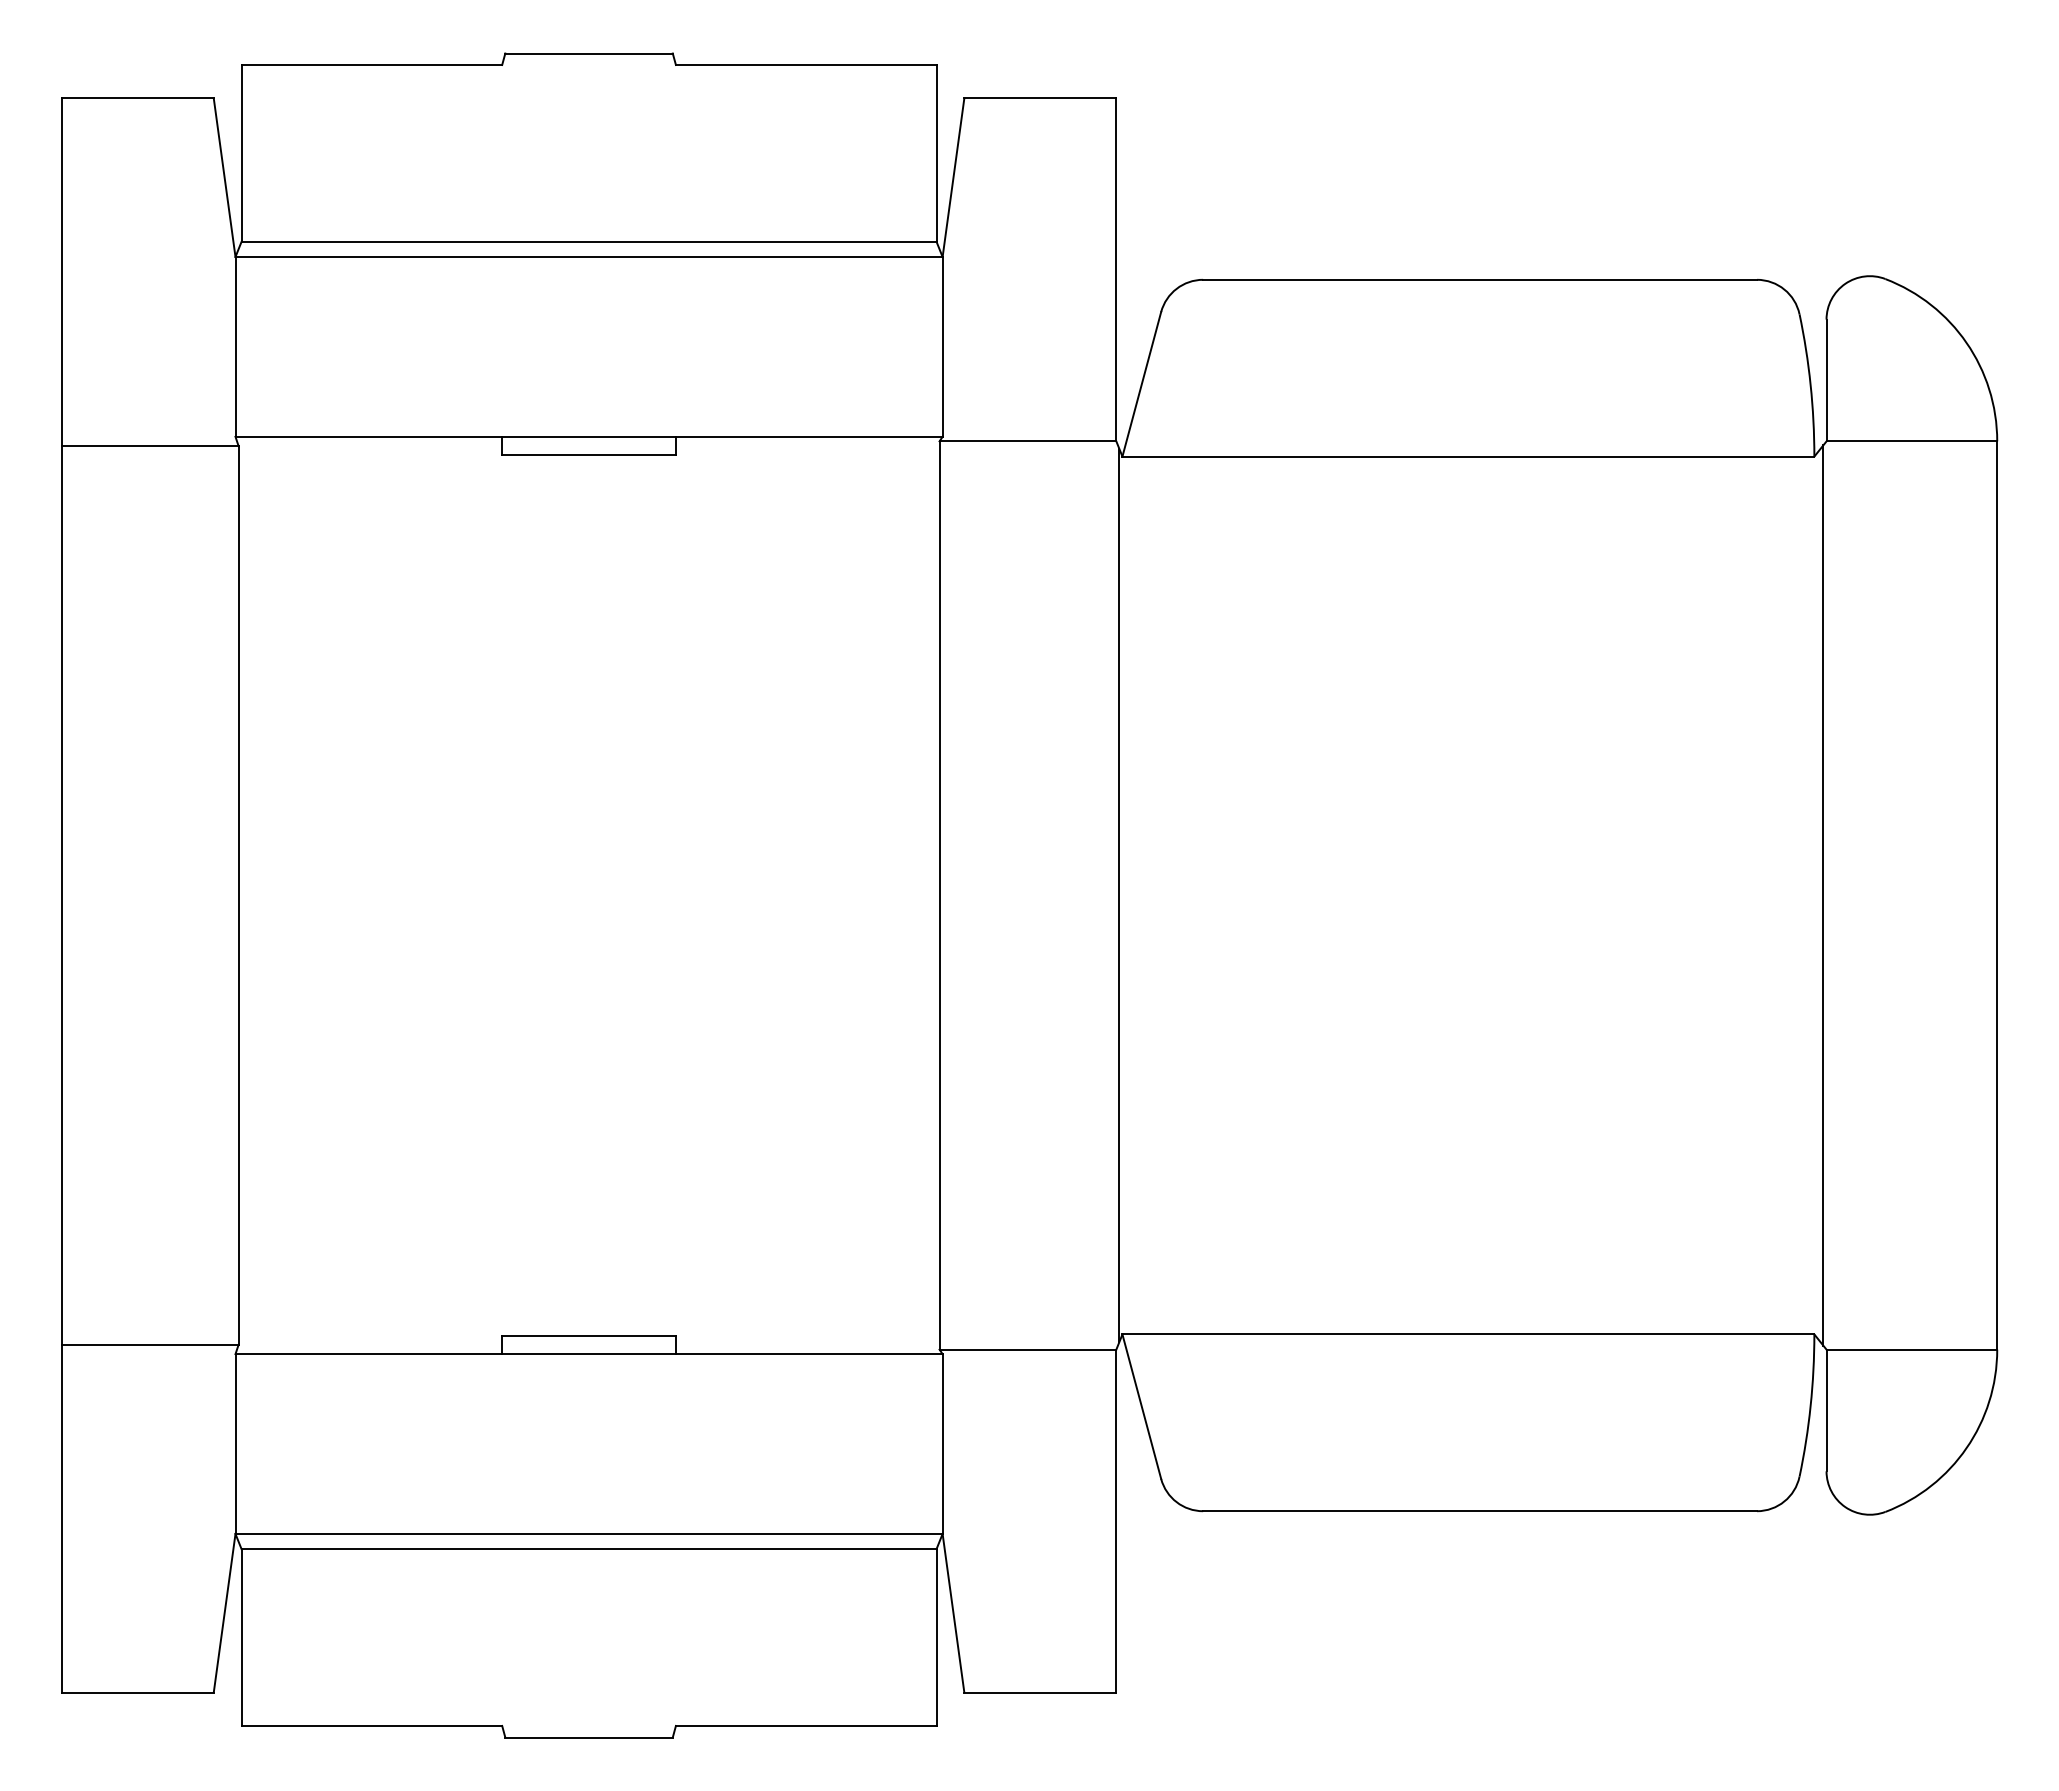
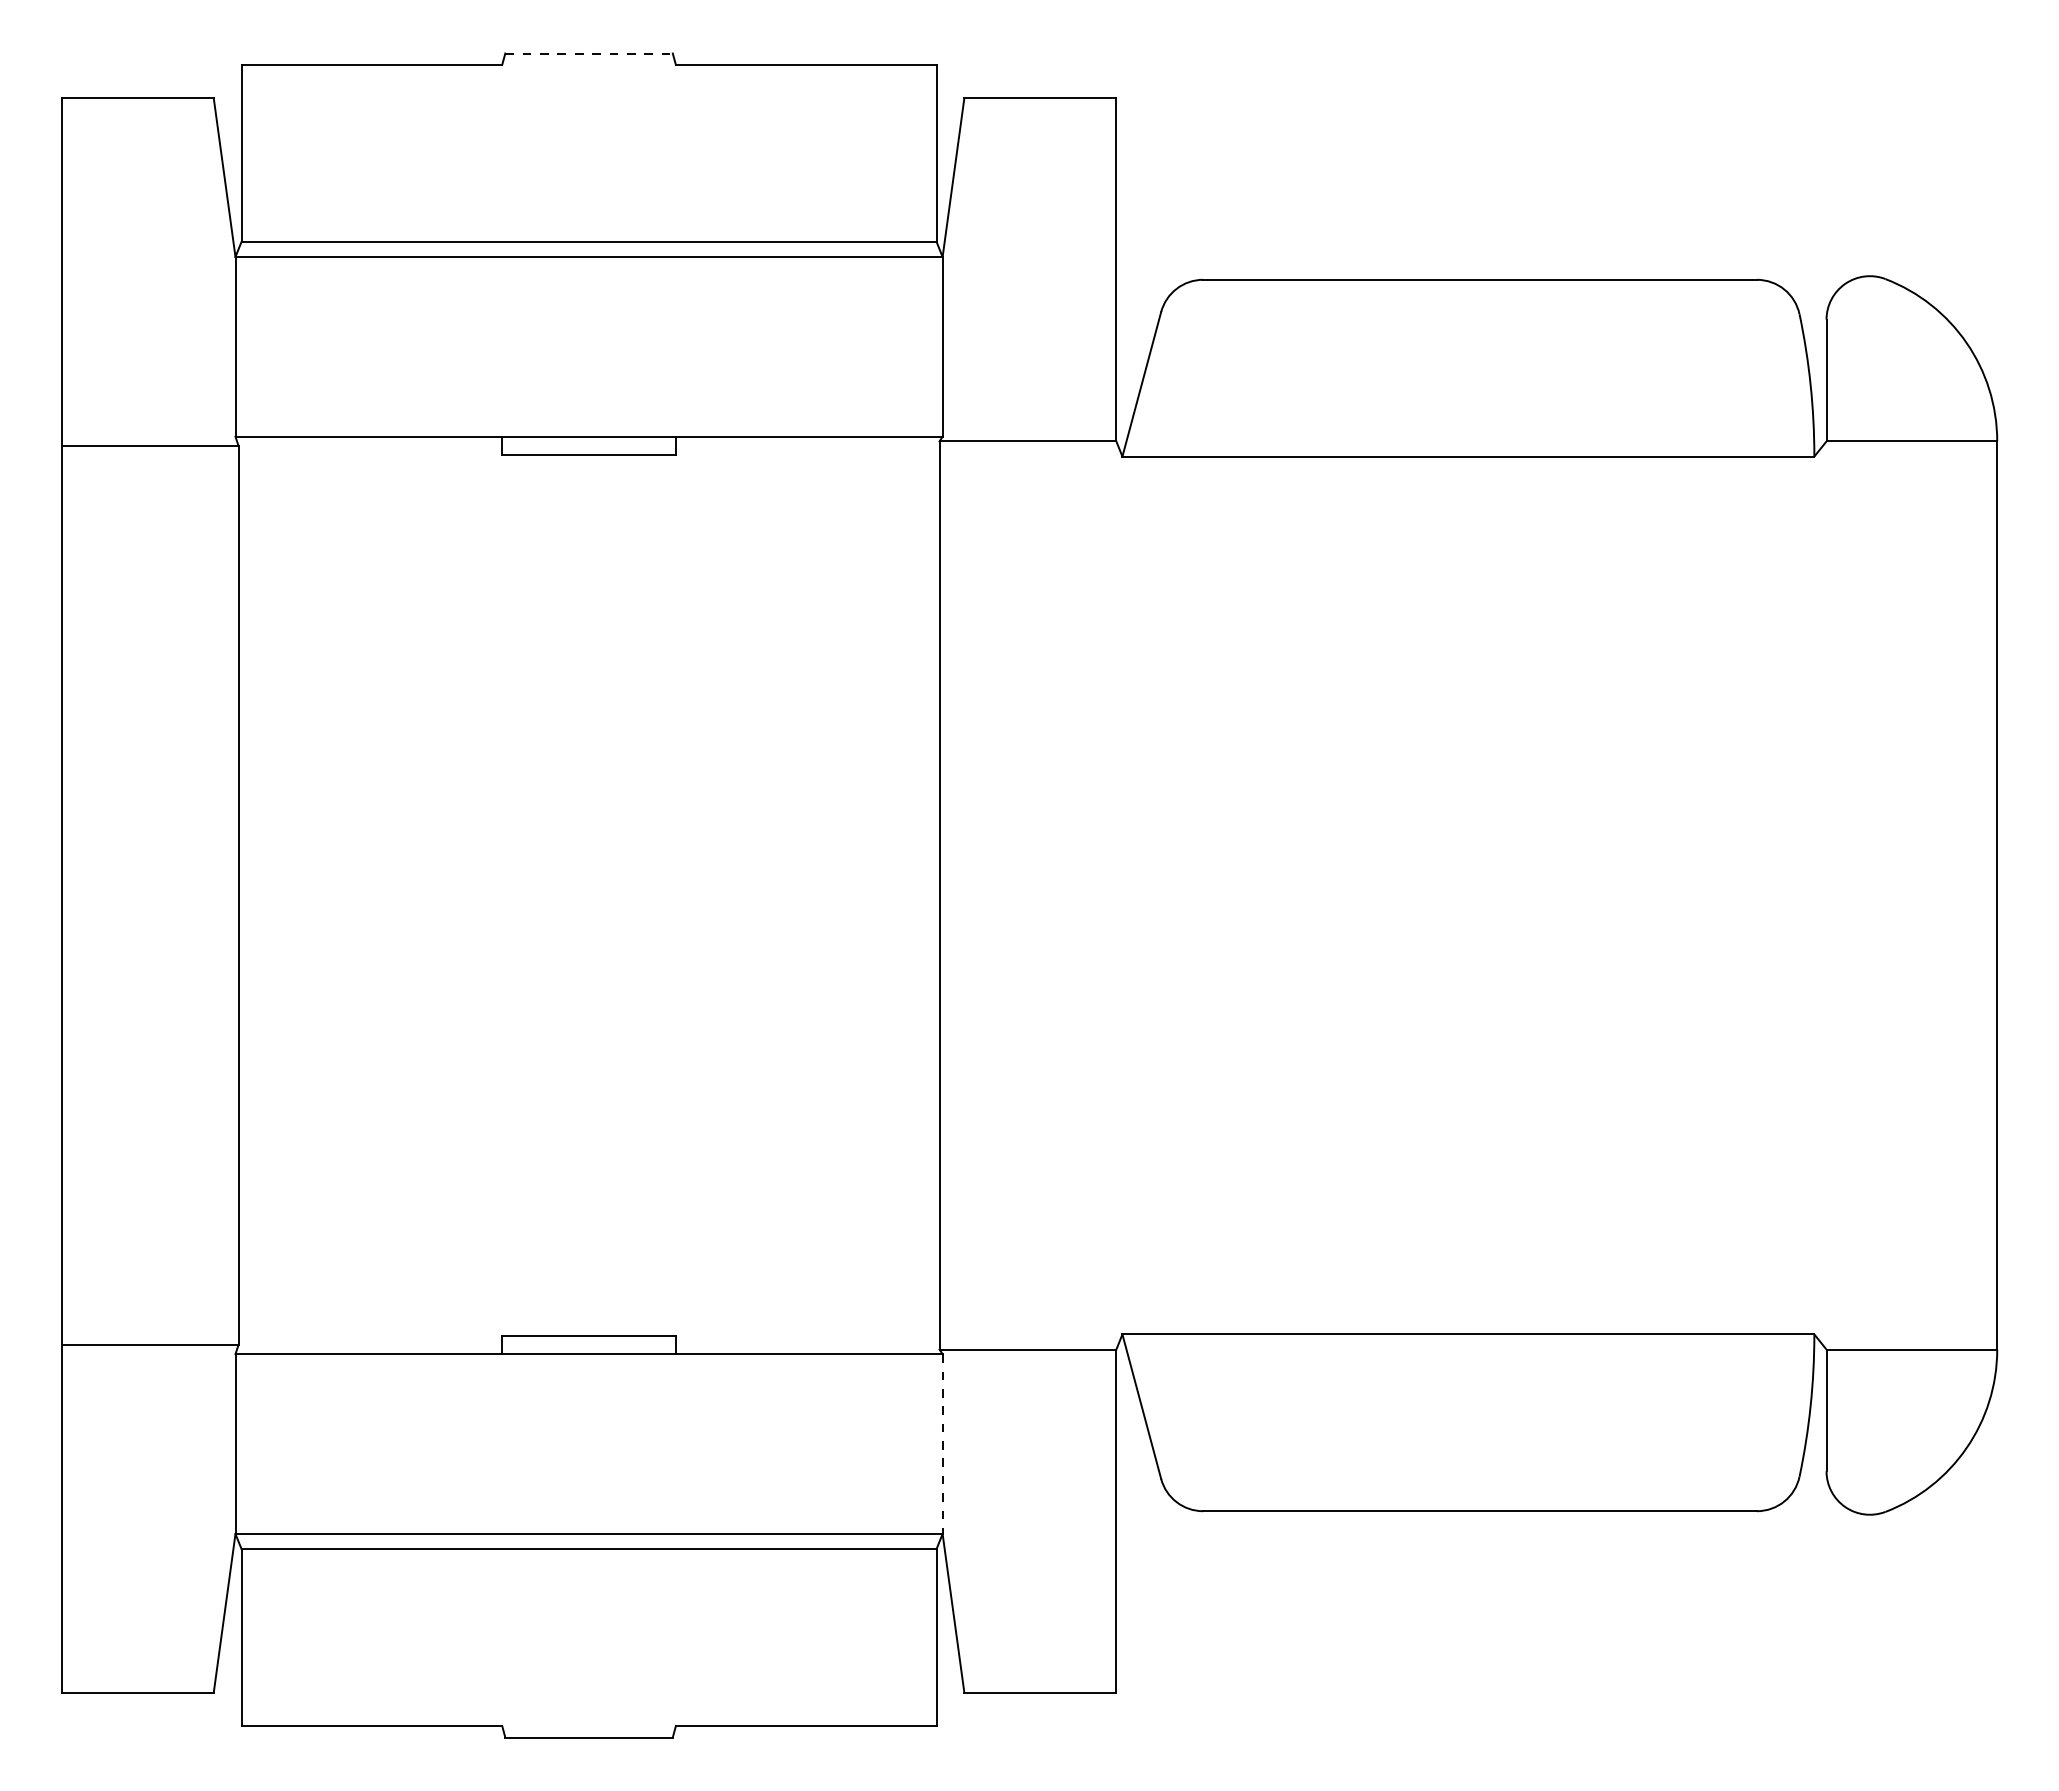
line at (589, 53): solid -> dashed
line at (1119, 894): present -> none
line at (1823, 895): present -> none
line at (942, 1444): solid -> dashed
